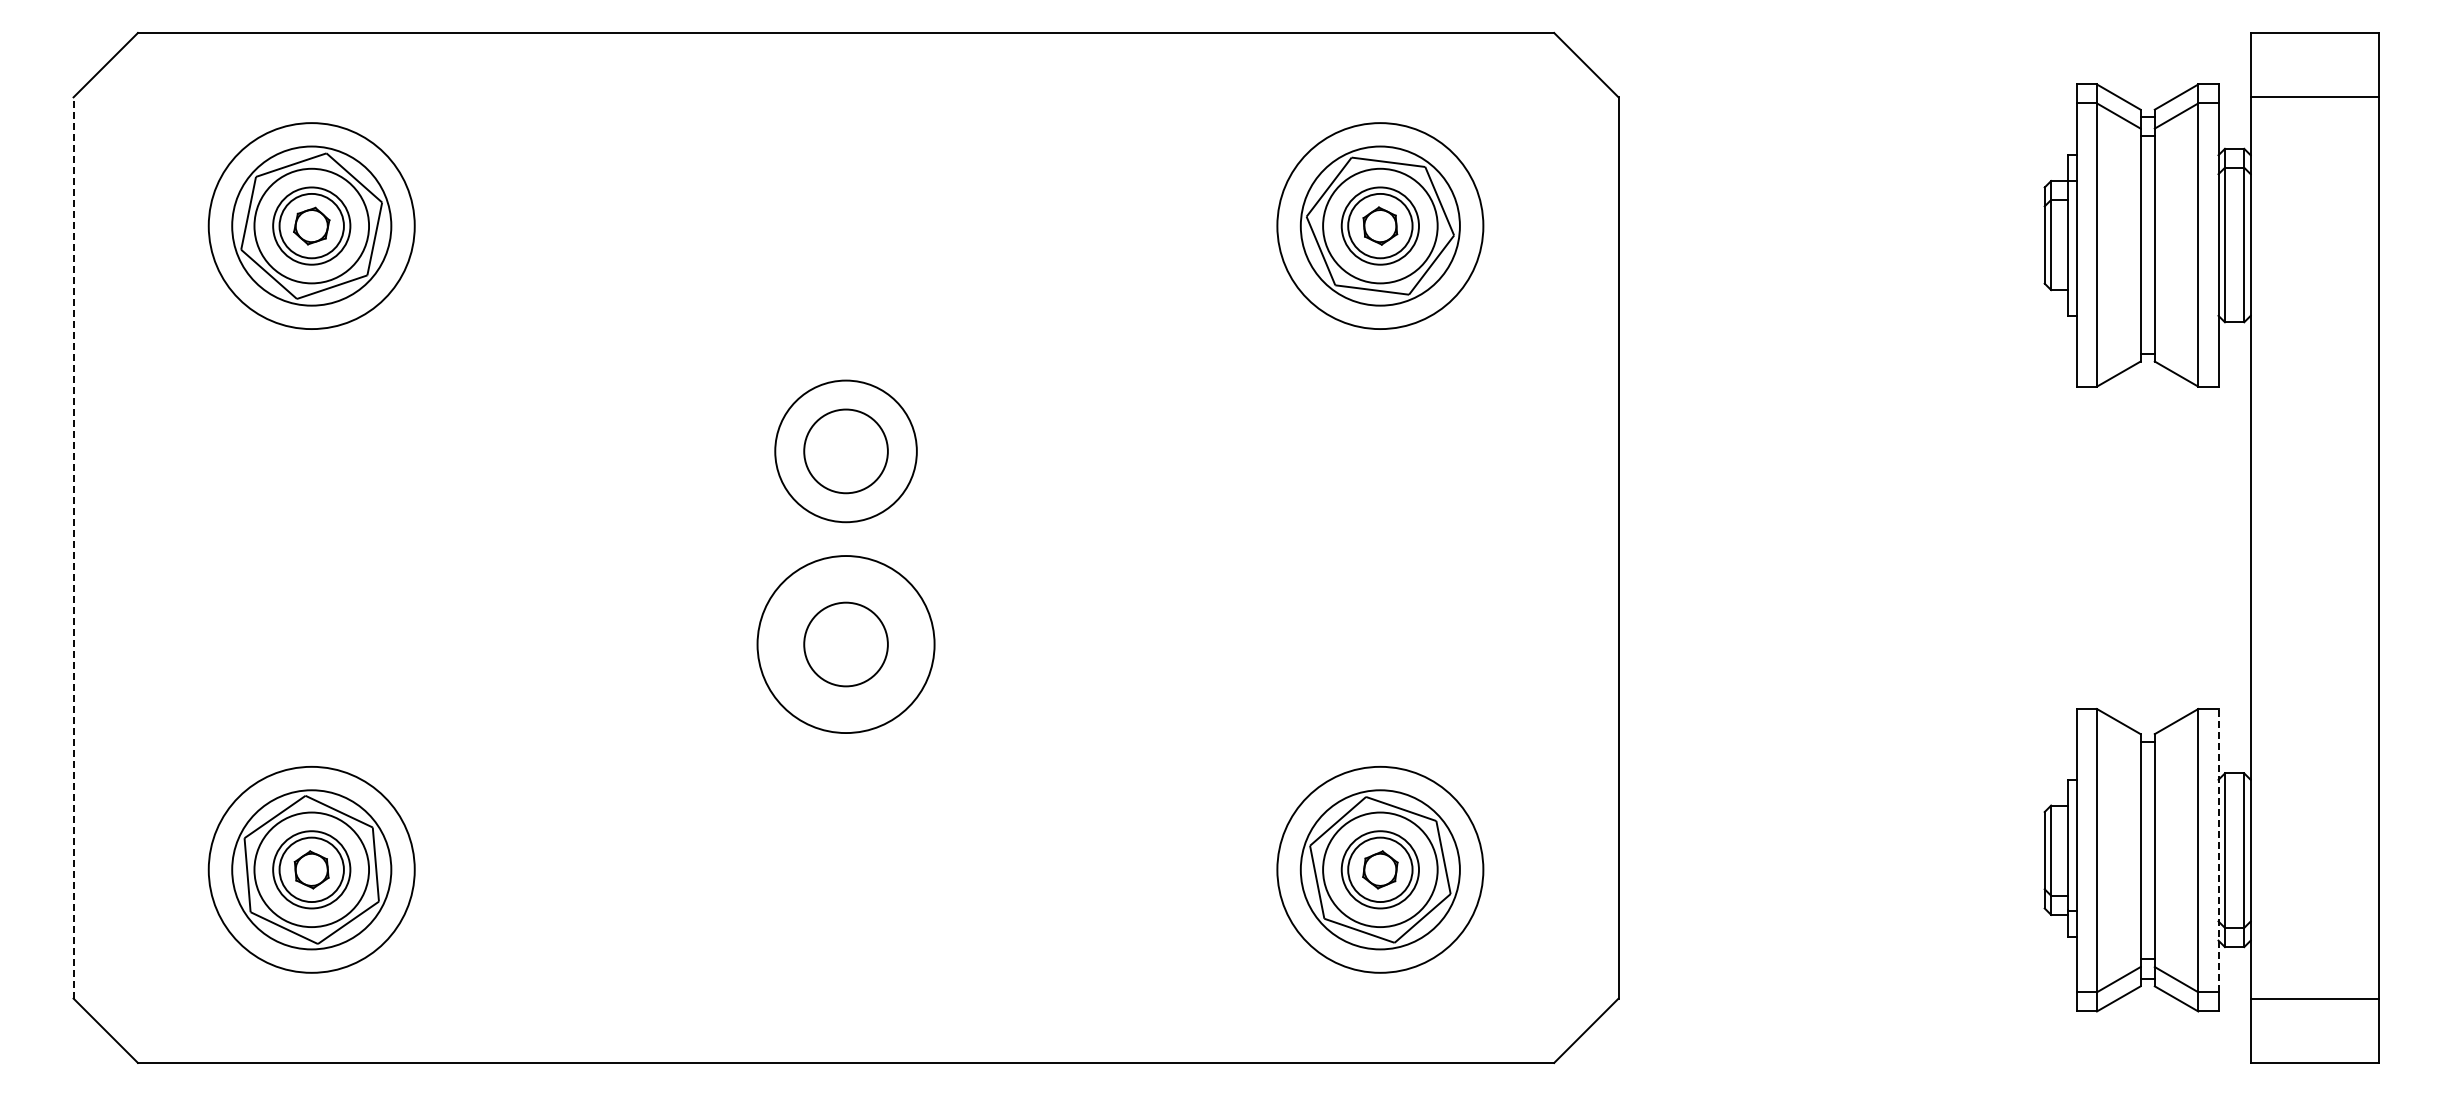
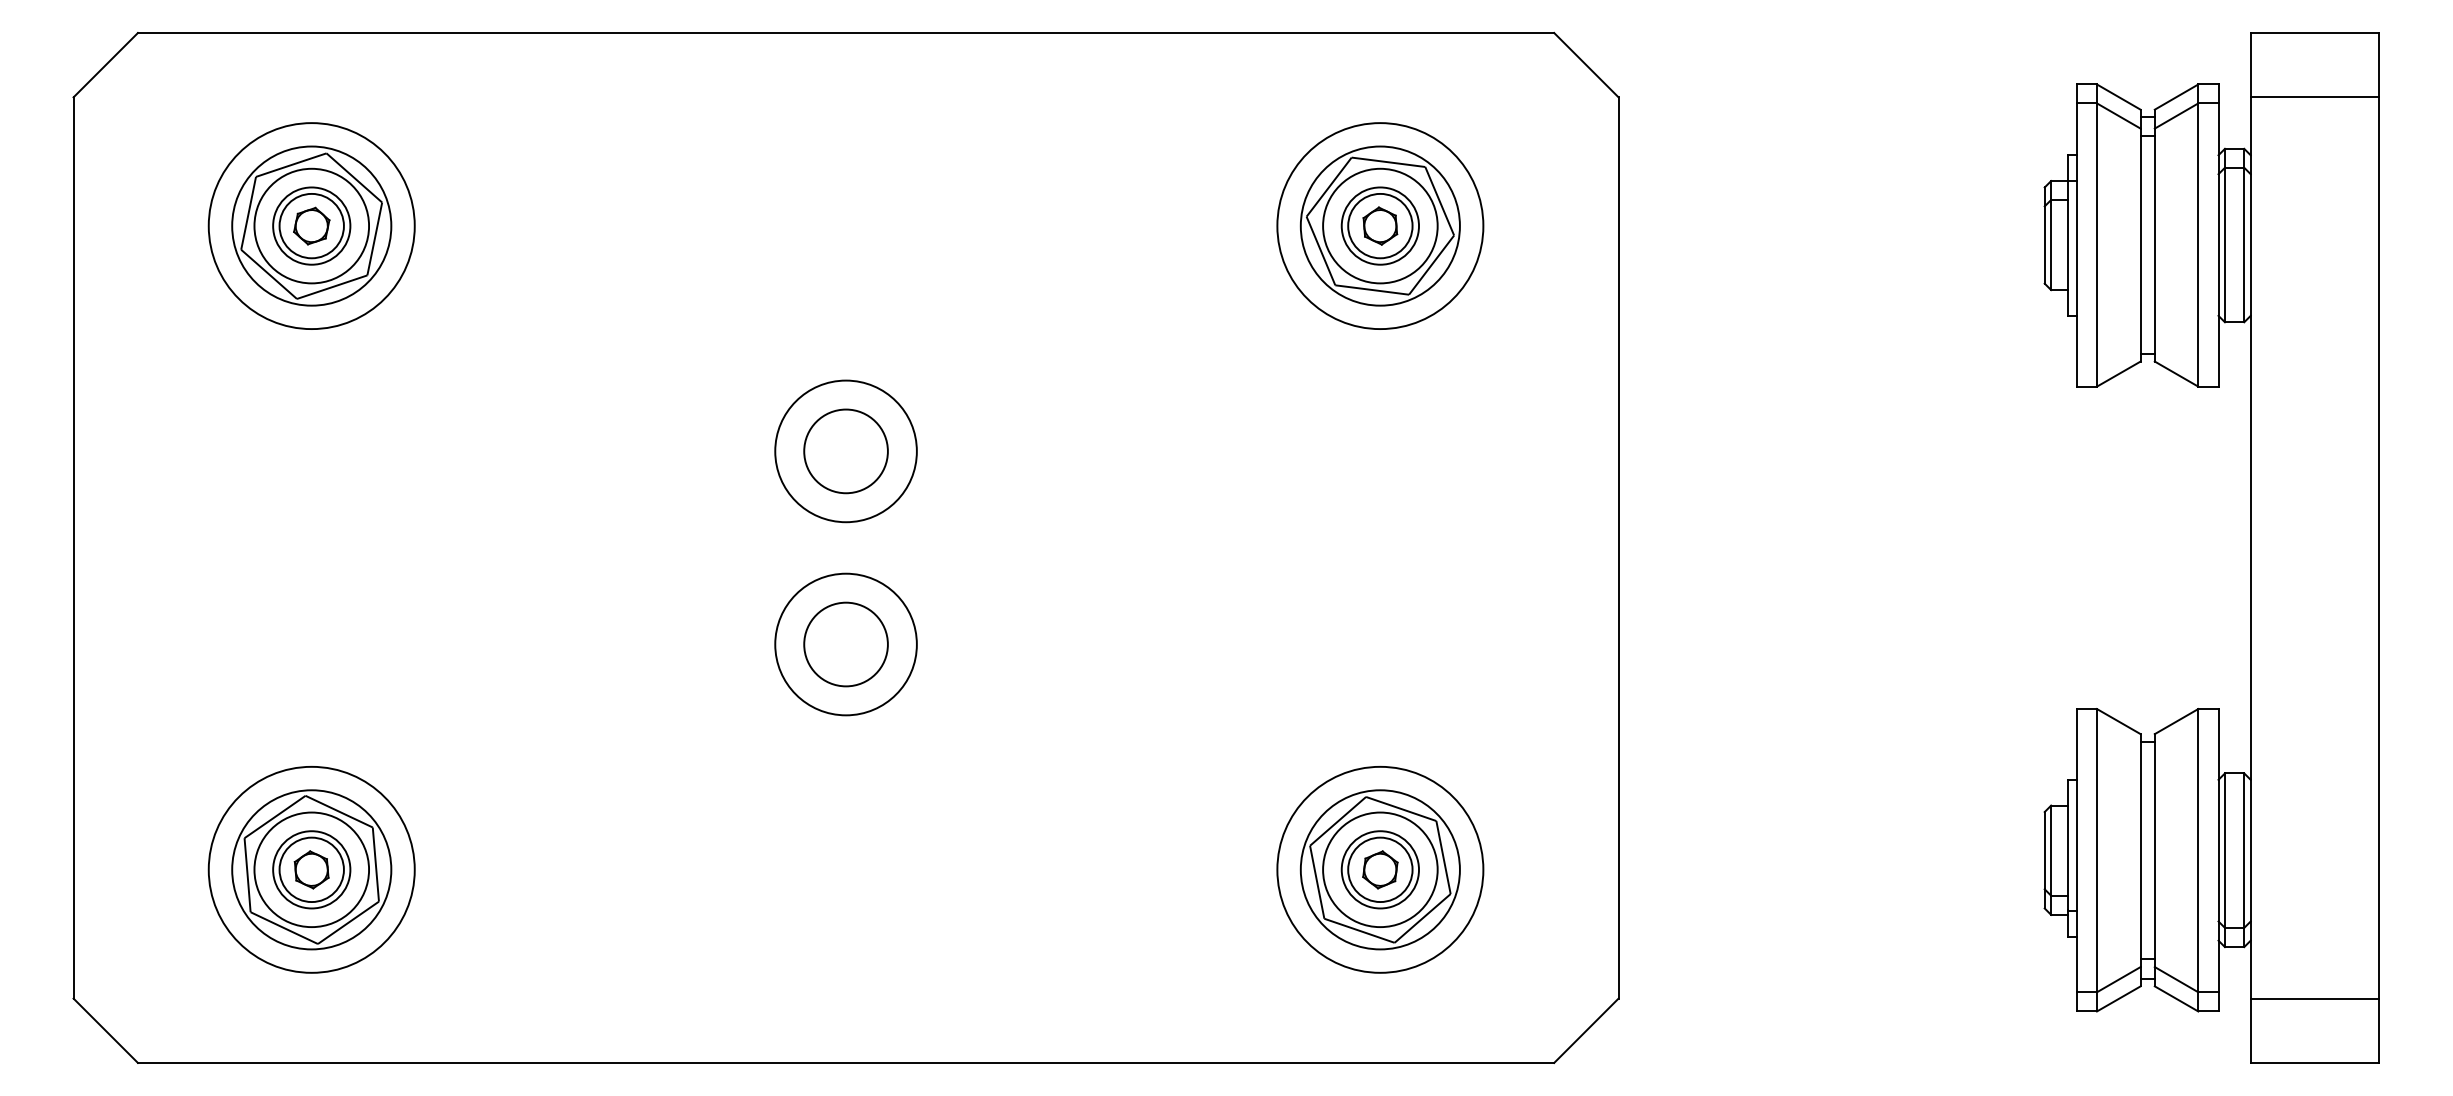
line at (73, 547): dashed -> solid
circle at (845, 644) diameter: 177 px -> 142 px
line at (2218, 850): dashed -> solid
